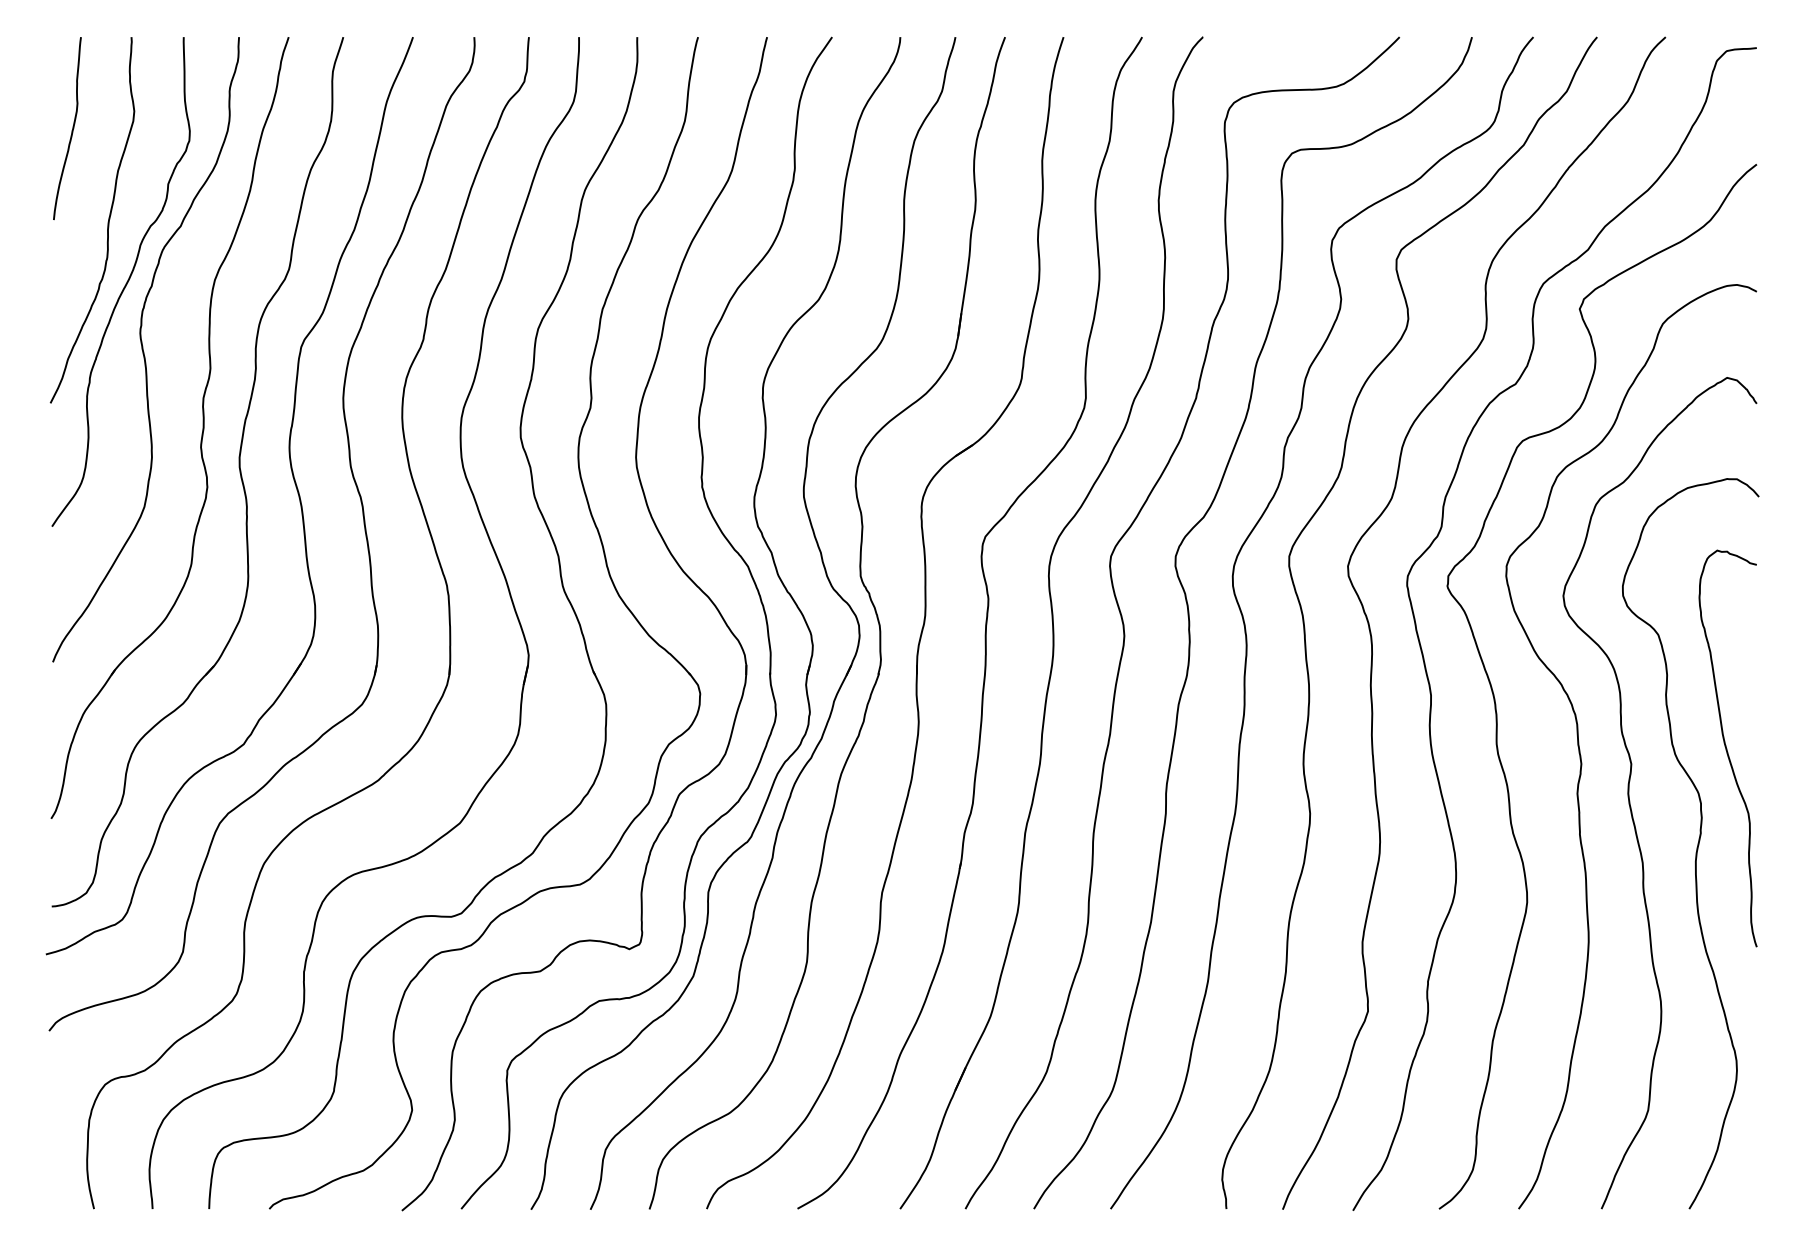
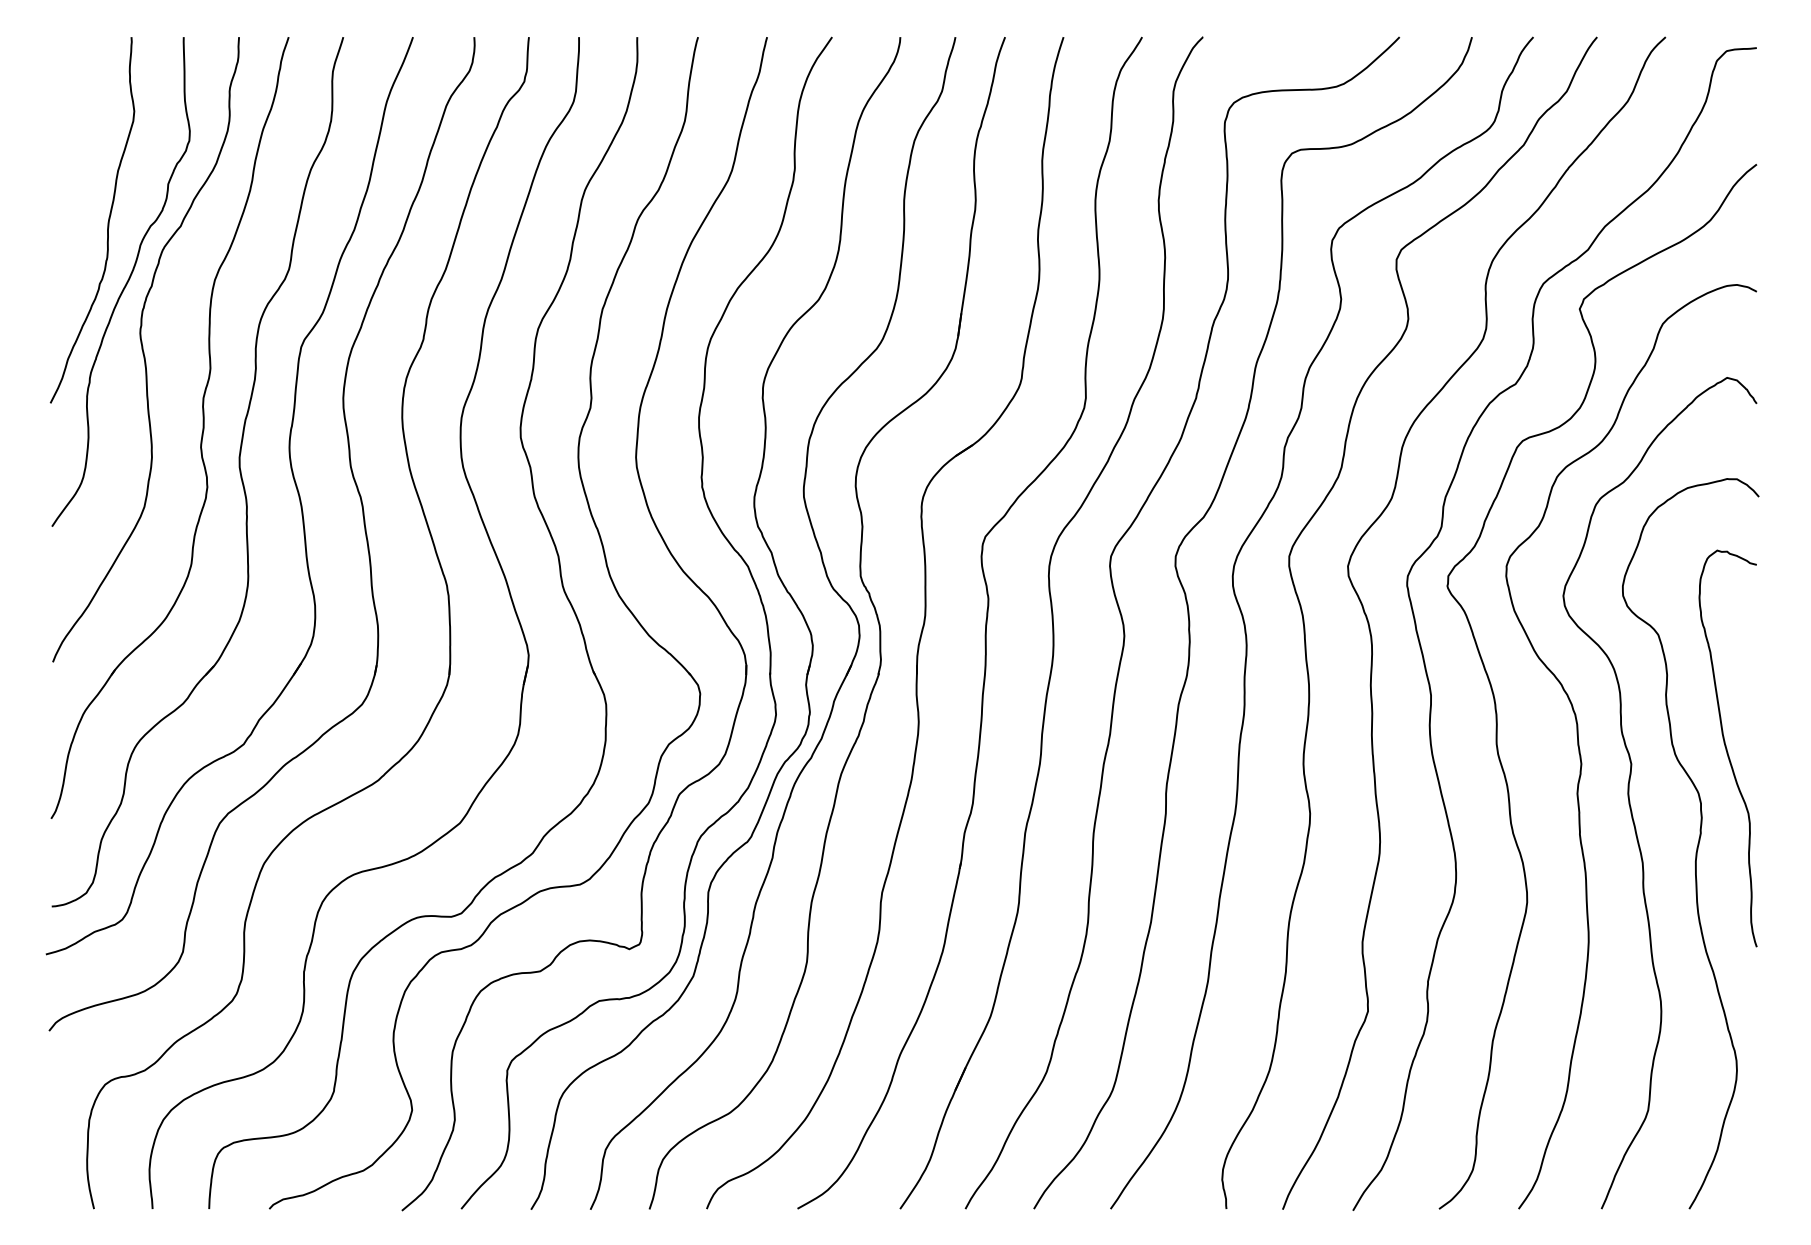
curve at (71, 130): present -> none
